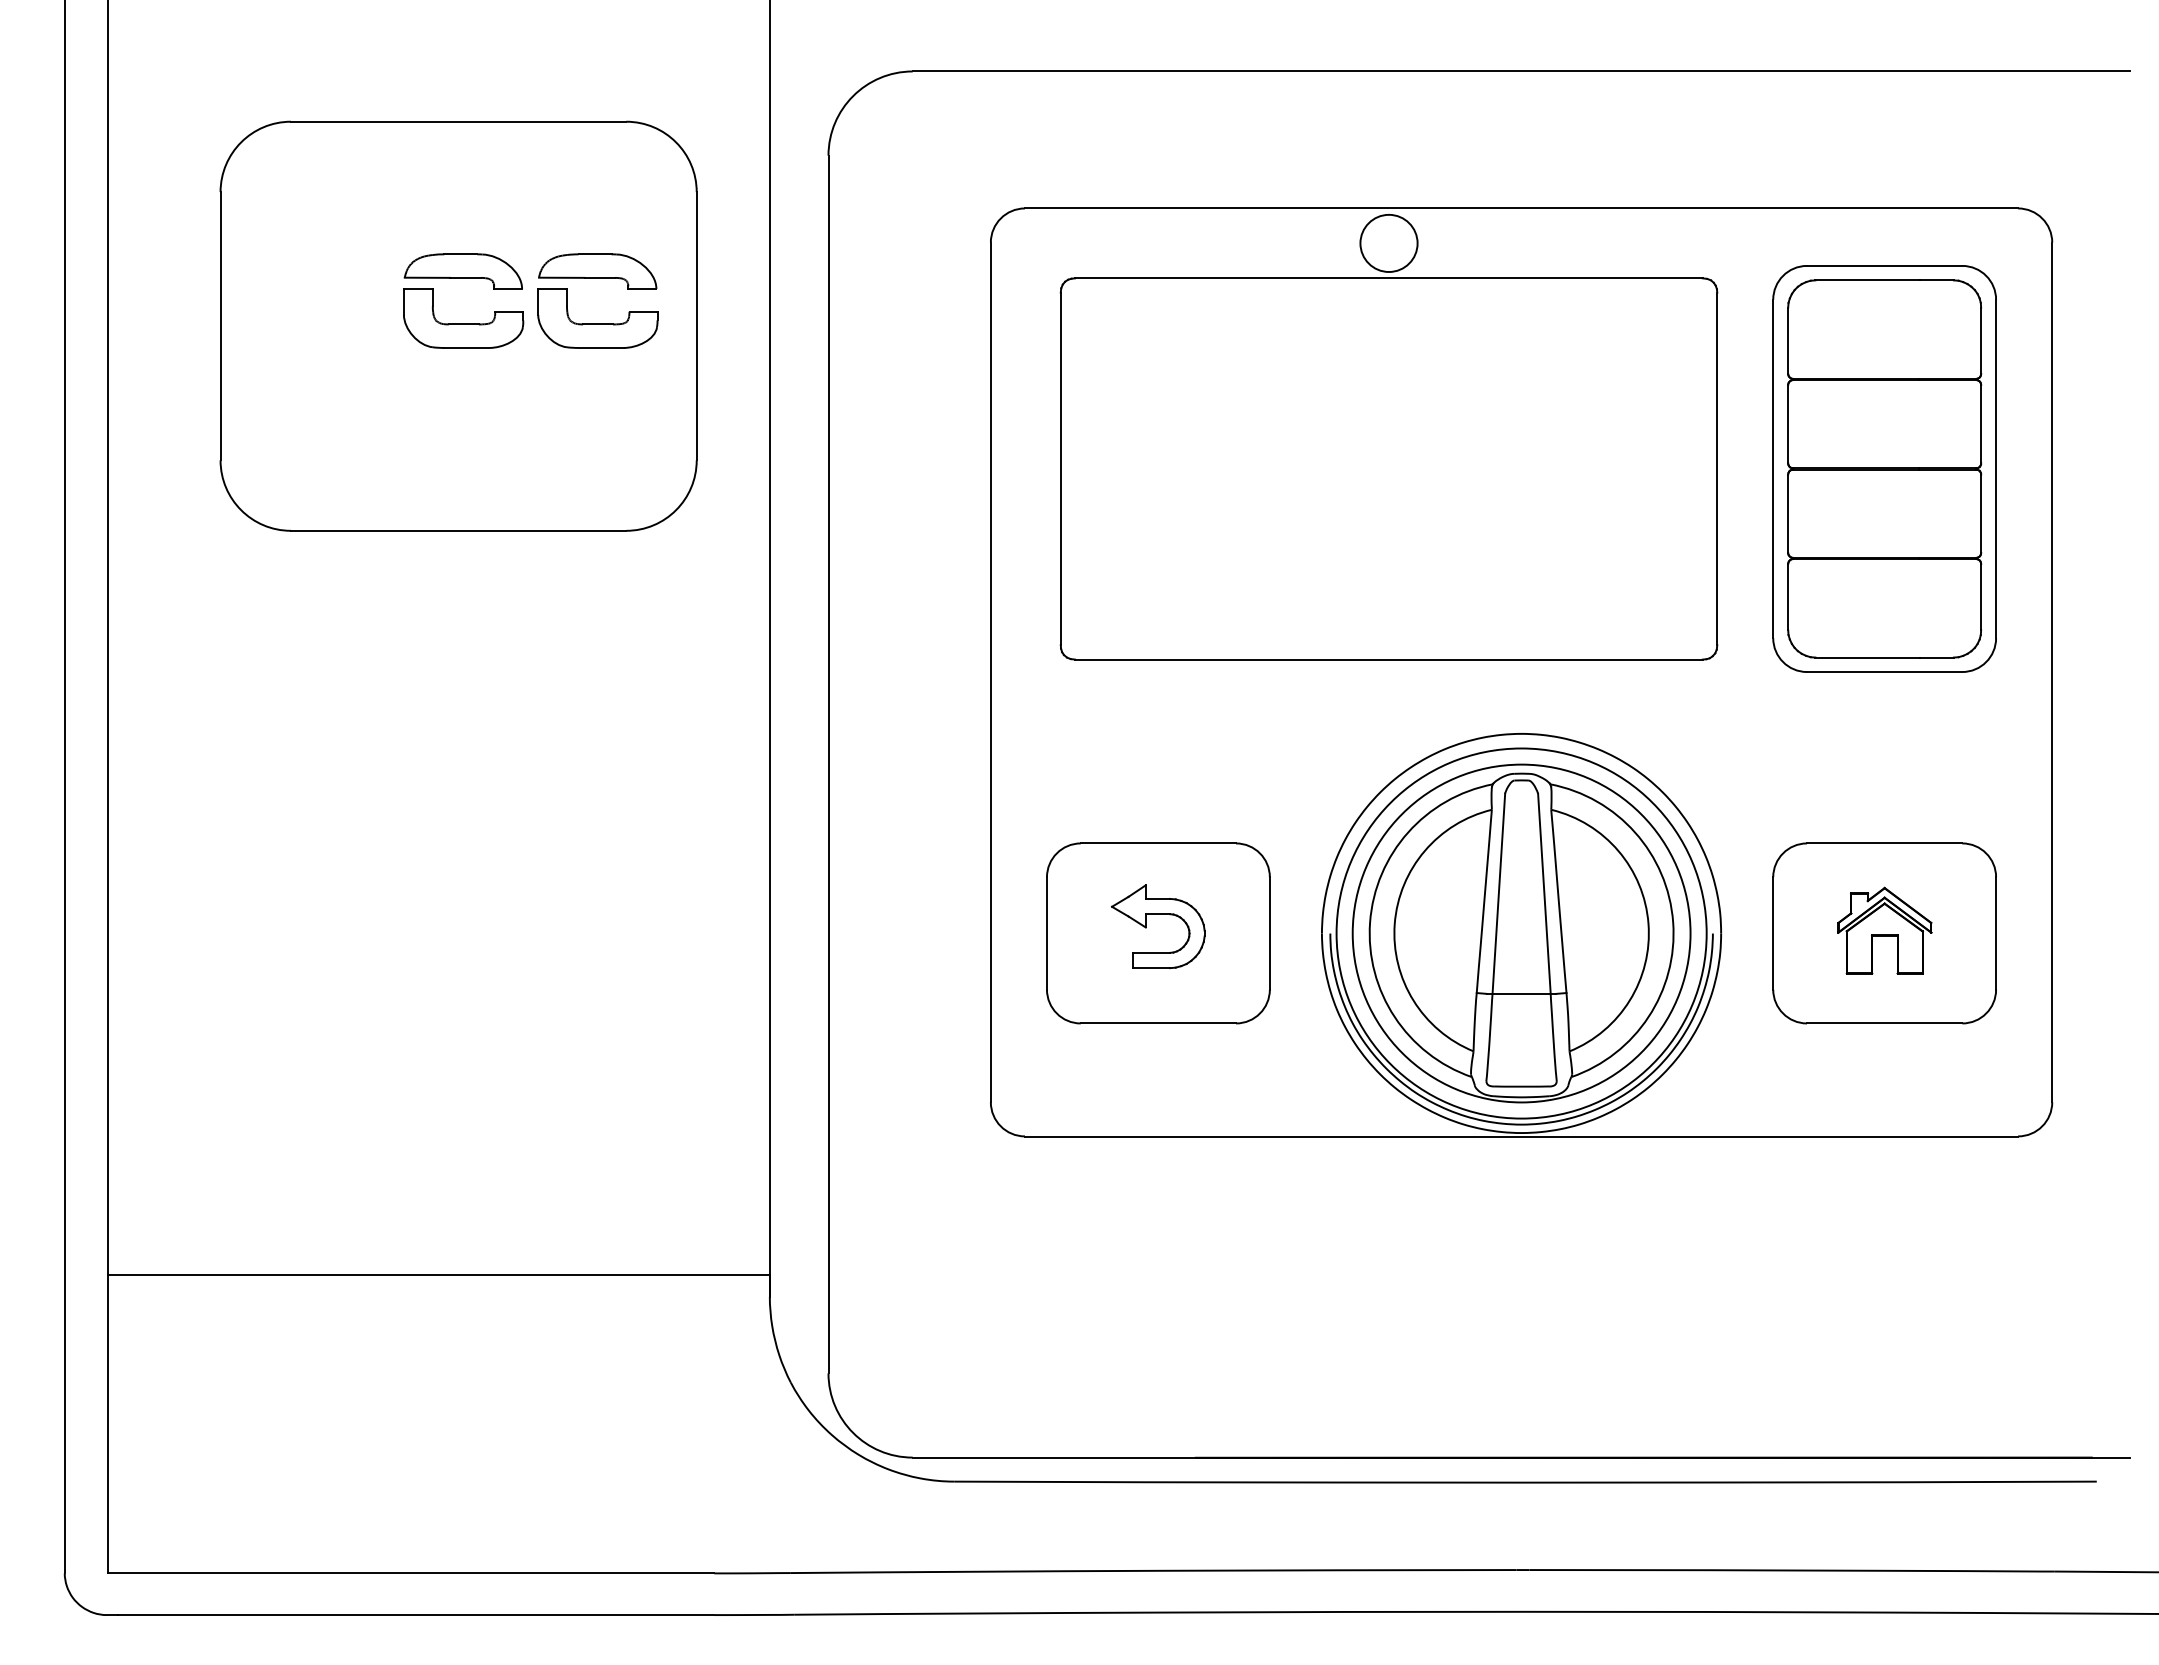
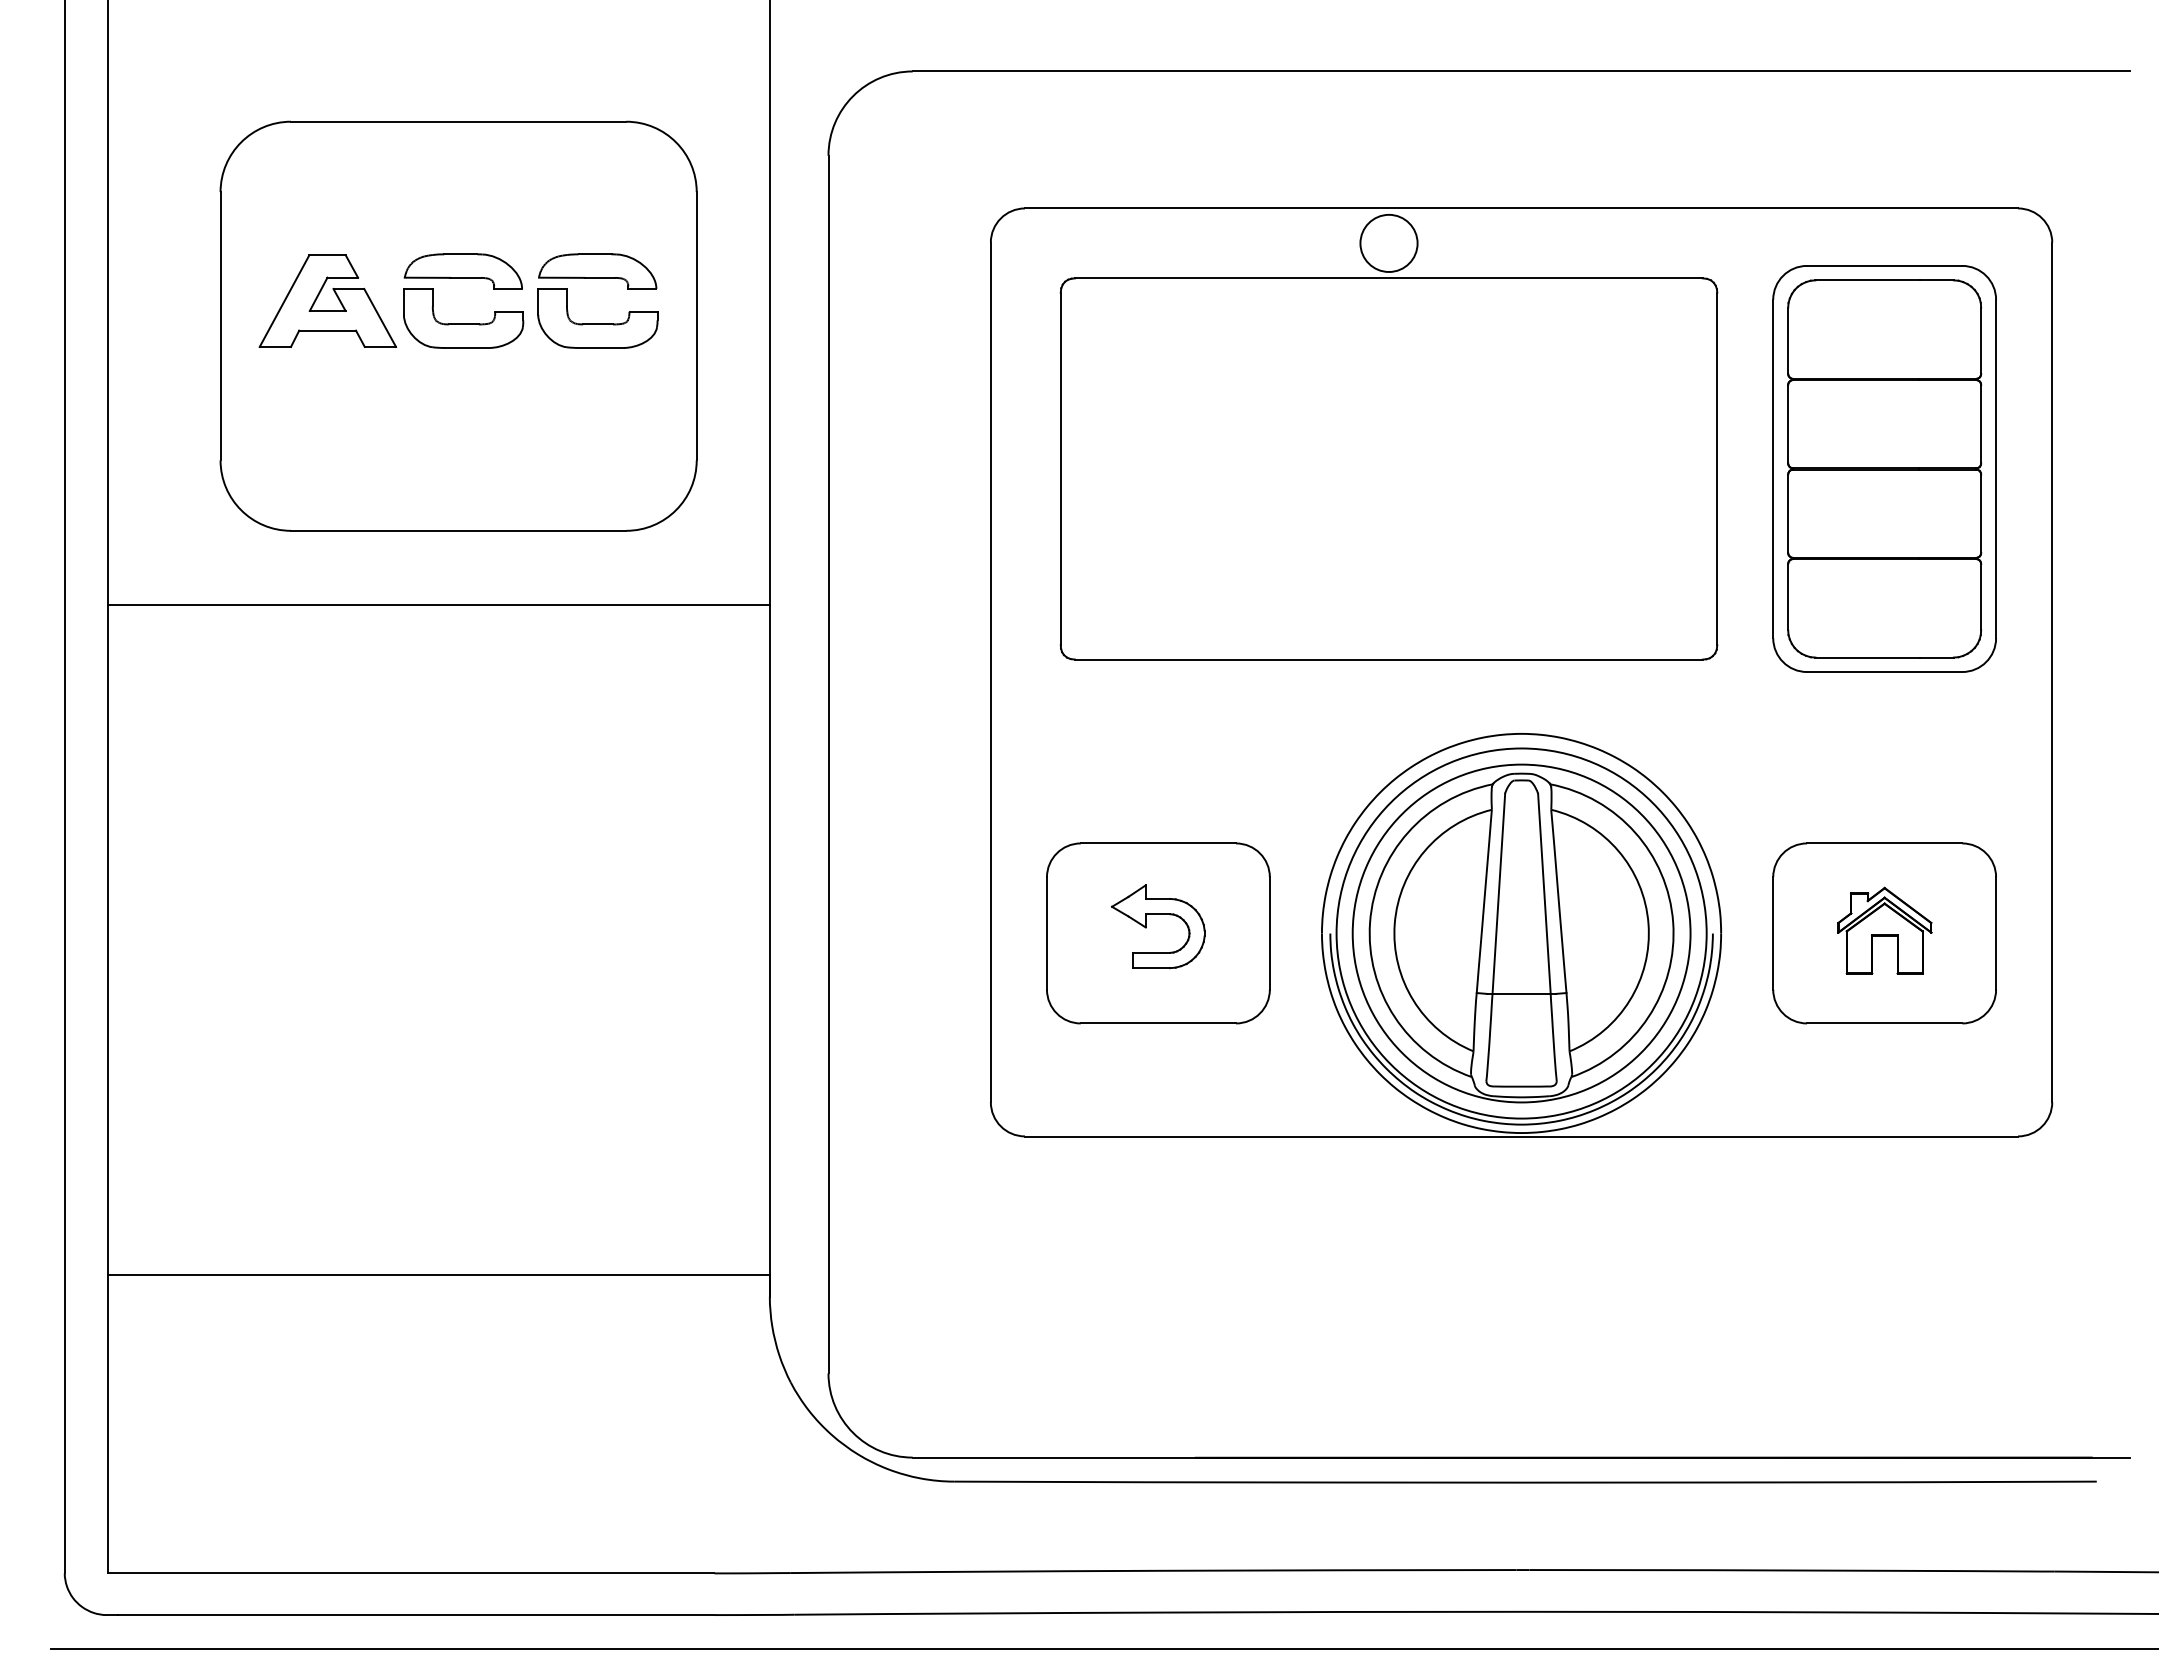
part at (319, 295): none -> present
line at (438, 604): none -> present
line at (1103, 1648): none -> present
